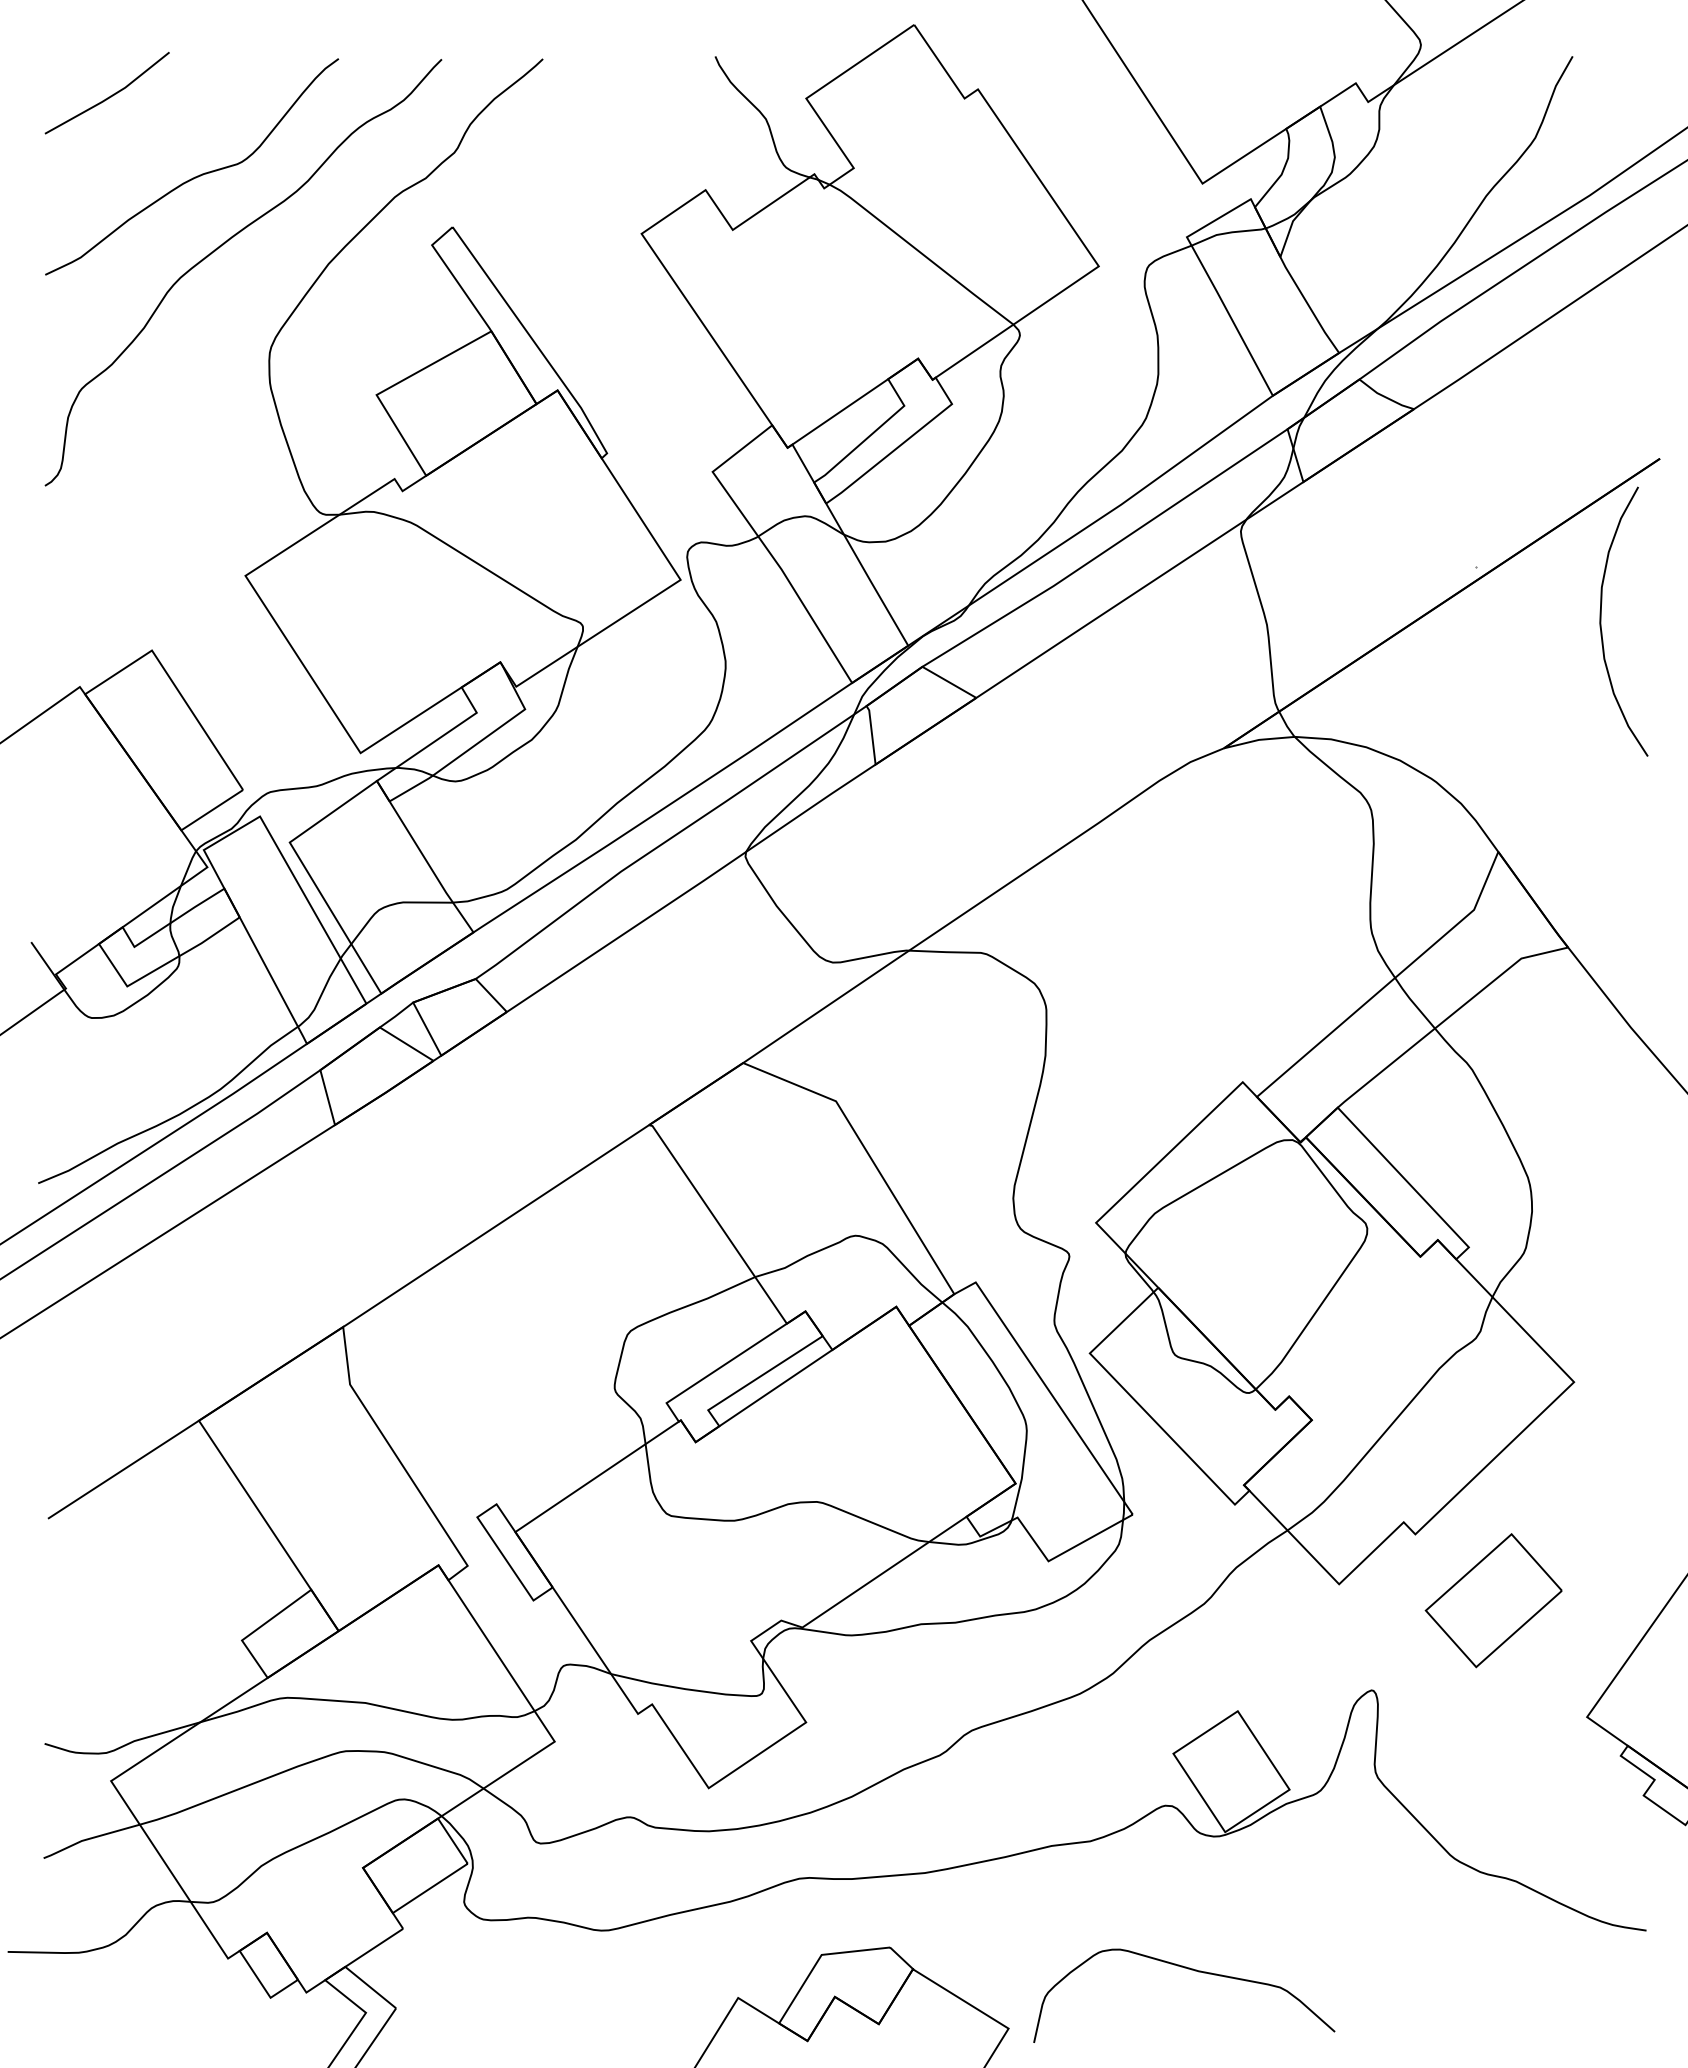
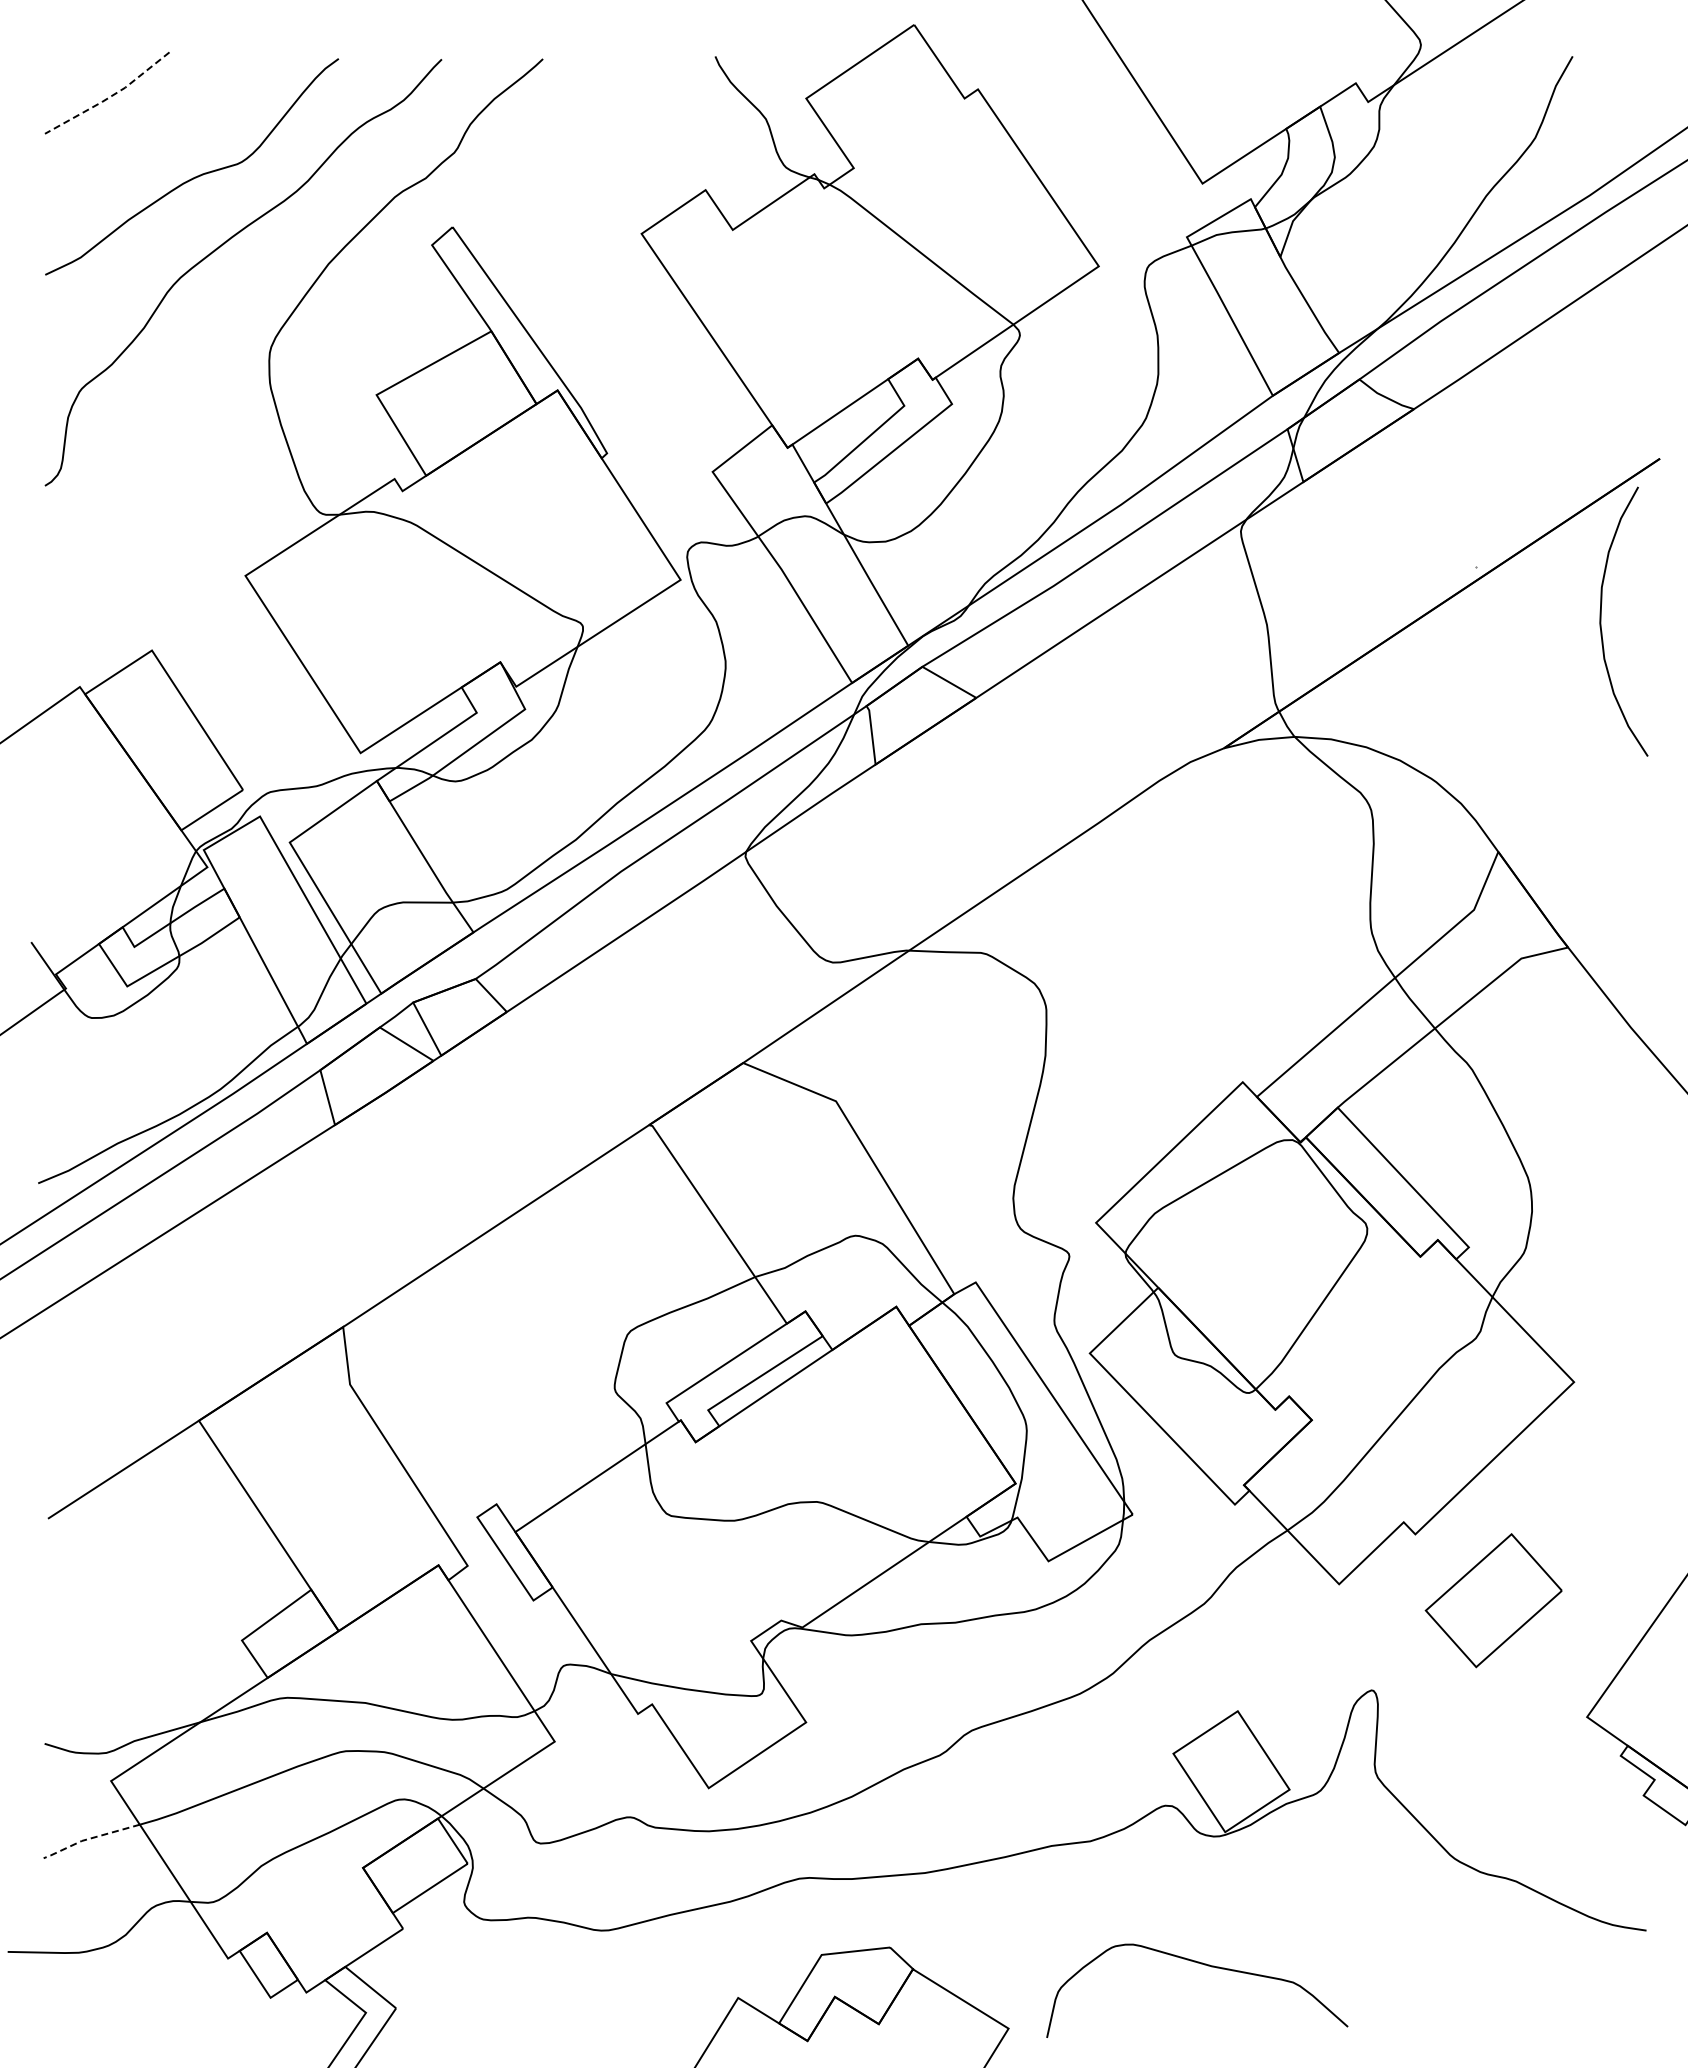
line at (109, 97): solid -> dashed
line at (89, 1838): solid -> dashed
curve at (1191, 1970) position: (1191, 1970) -> (1204, 1965)
